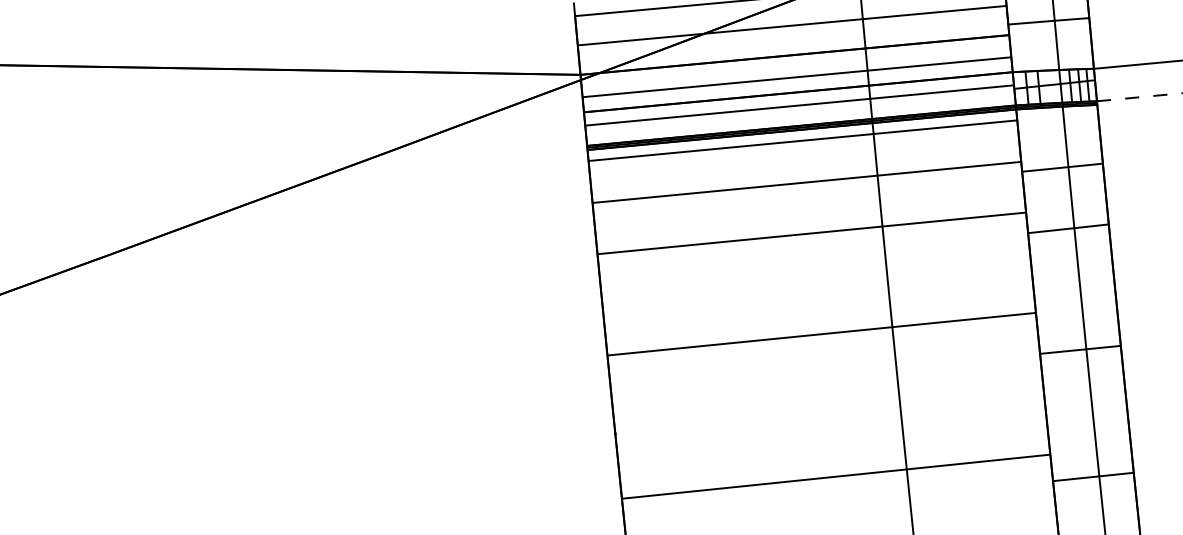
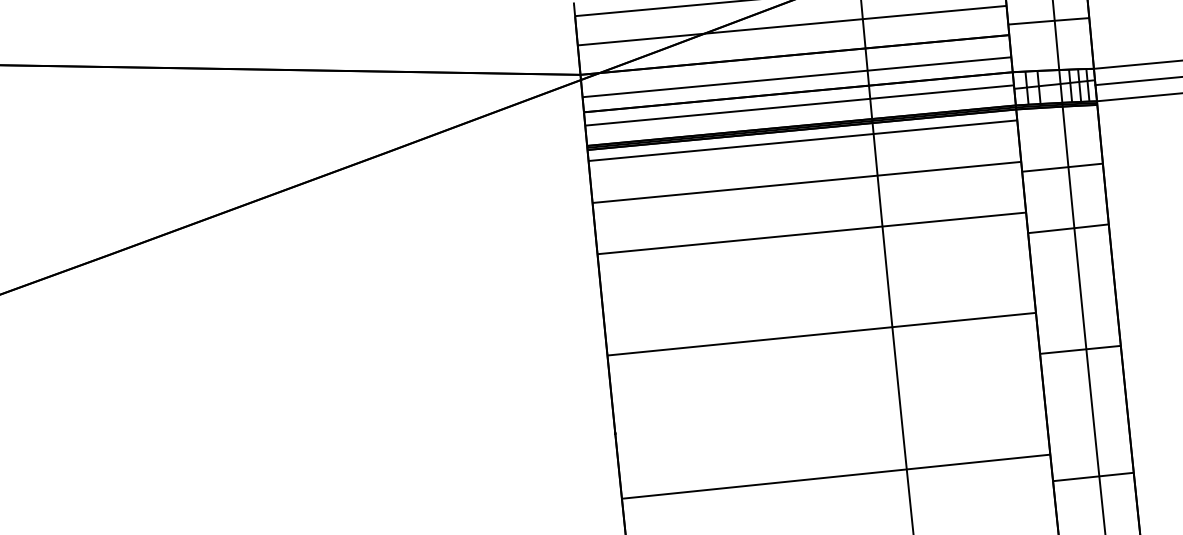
line at (1137, 81): none -> present
line at (1139, 97): dashed -> solid
